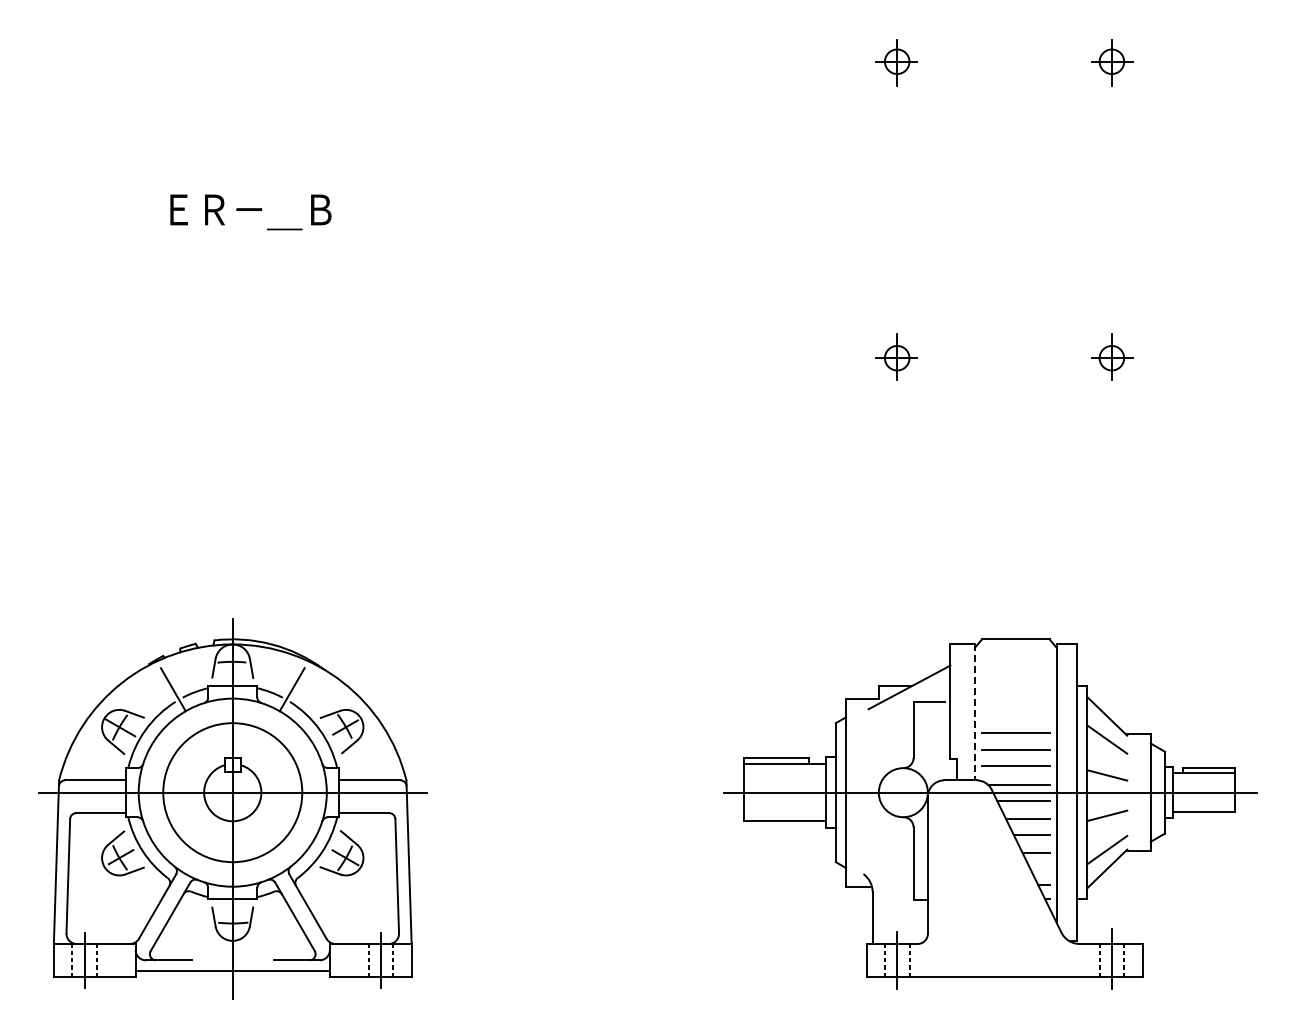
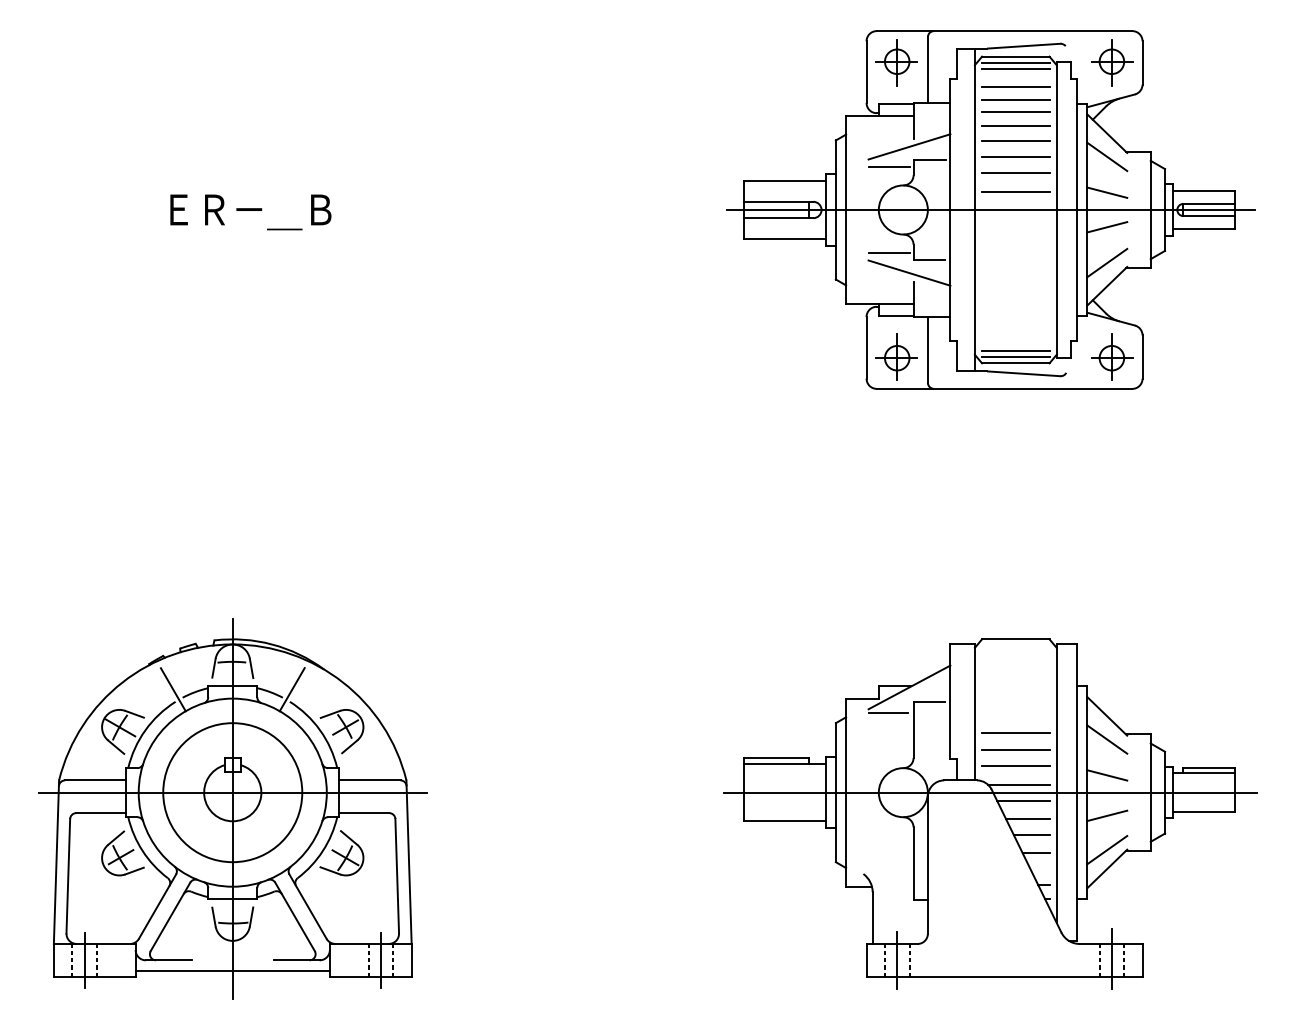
part at (990, 209): none -> present
line at (974, 712): dashed -> solid
line at (888, 713): none -> present
